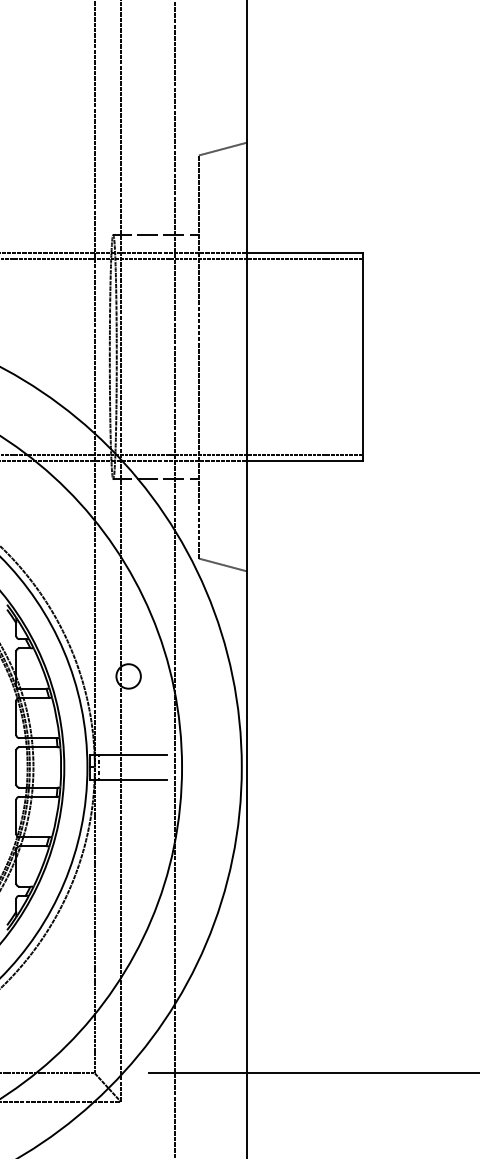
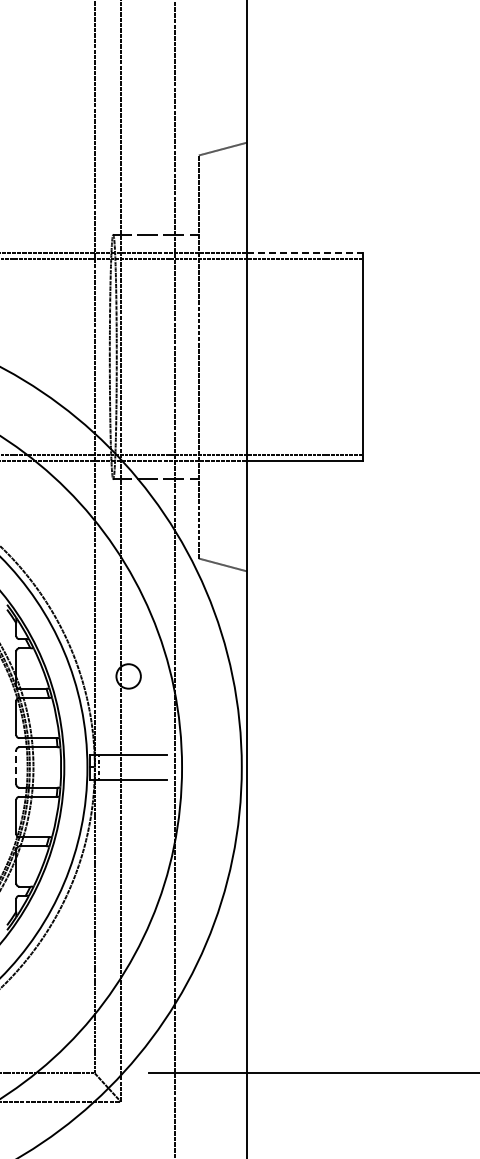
line at (305, 253): solid -> dashed
line at (16, 766): solid -> dashed
